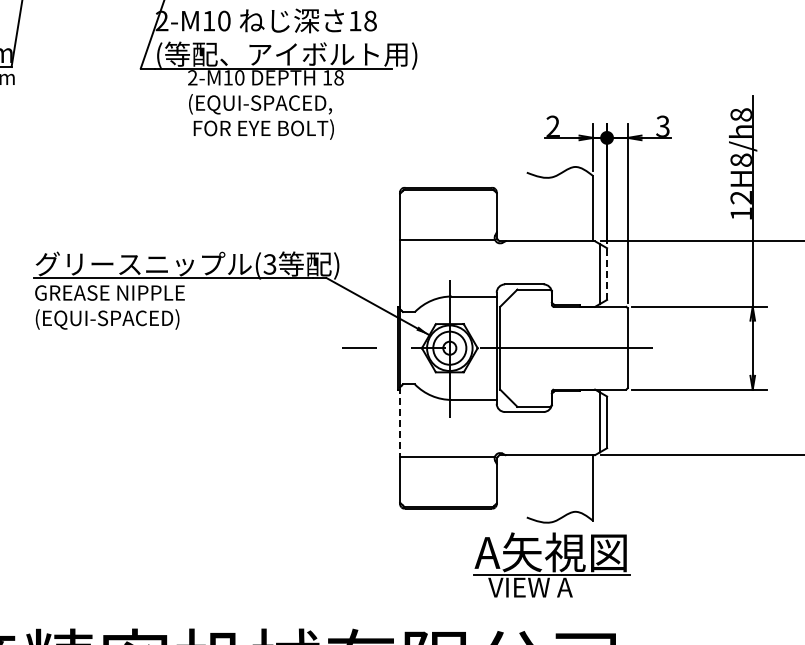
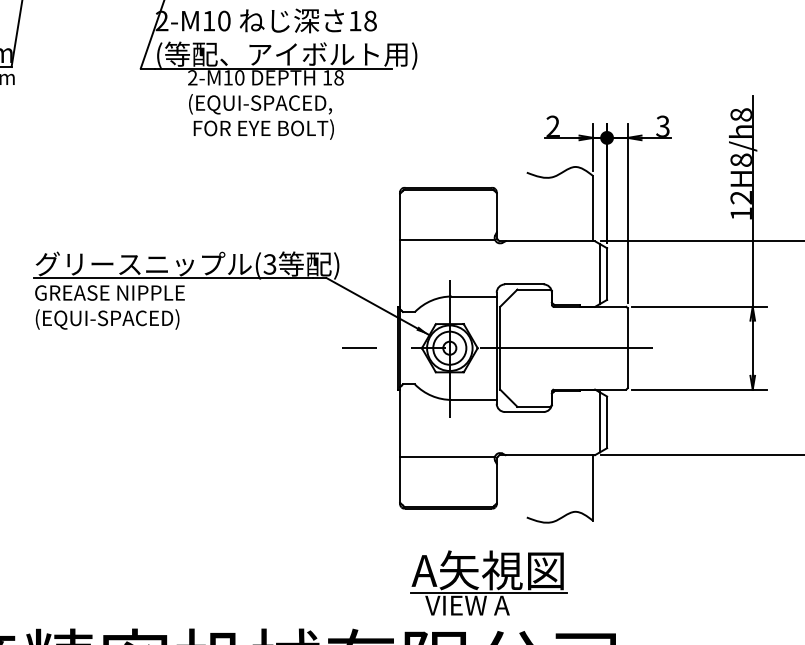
line at (607, 274): dashed -> solid
line at (400, 421): dashed -> solid
part at (551, 564) position: (551, 564) -> (488, 582)
